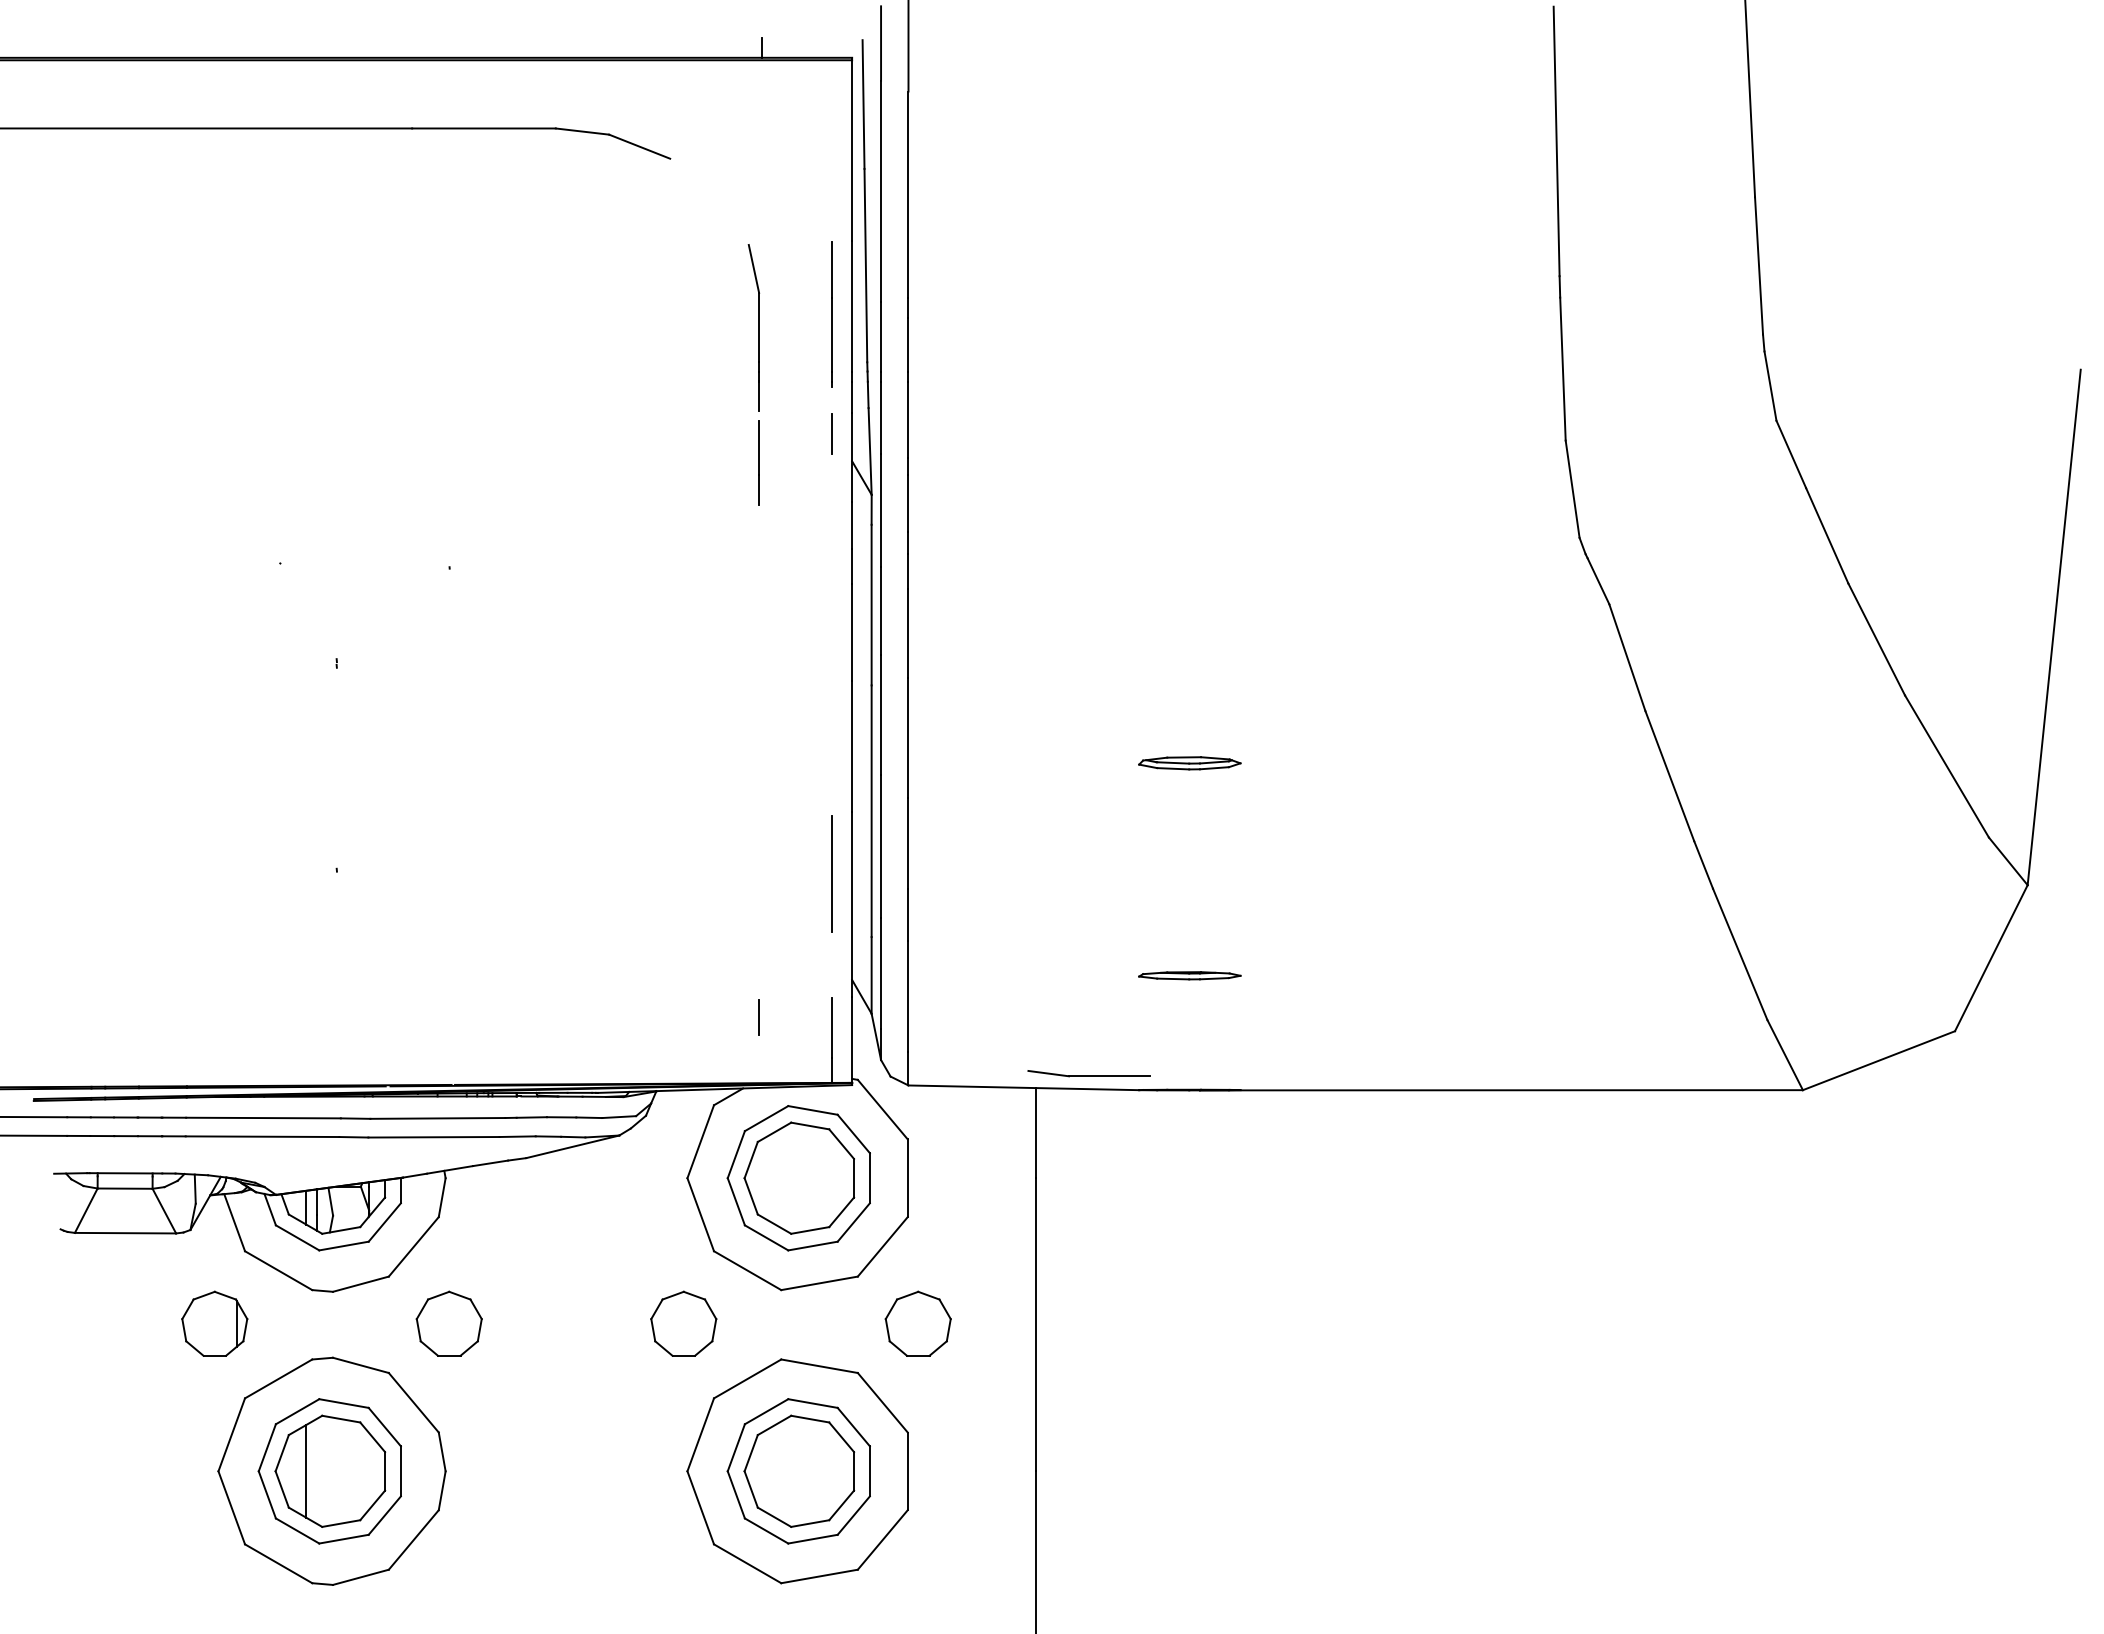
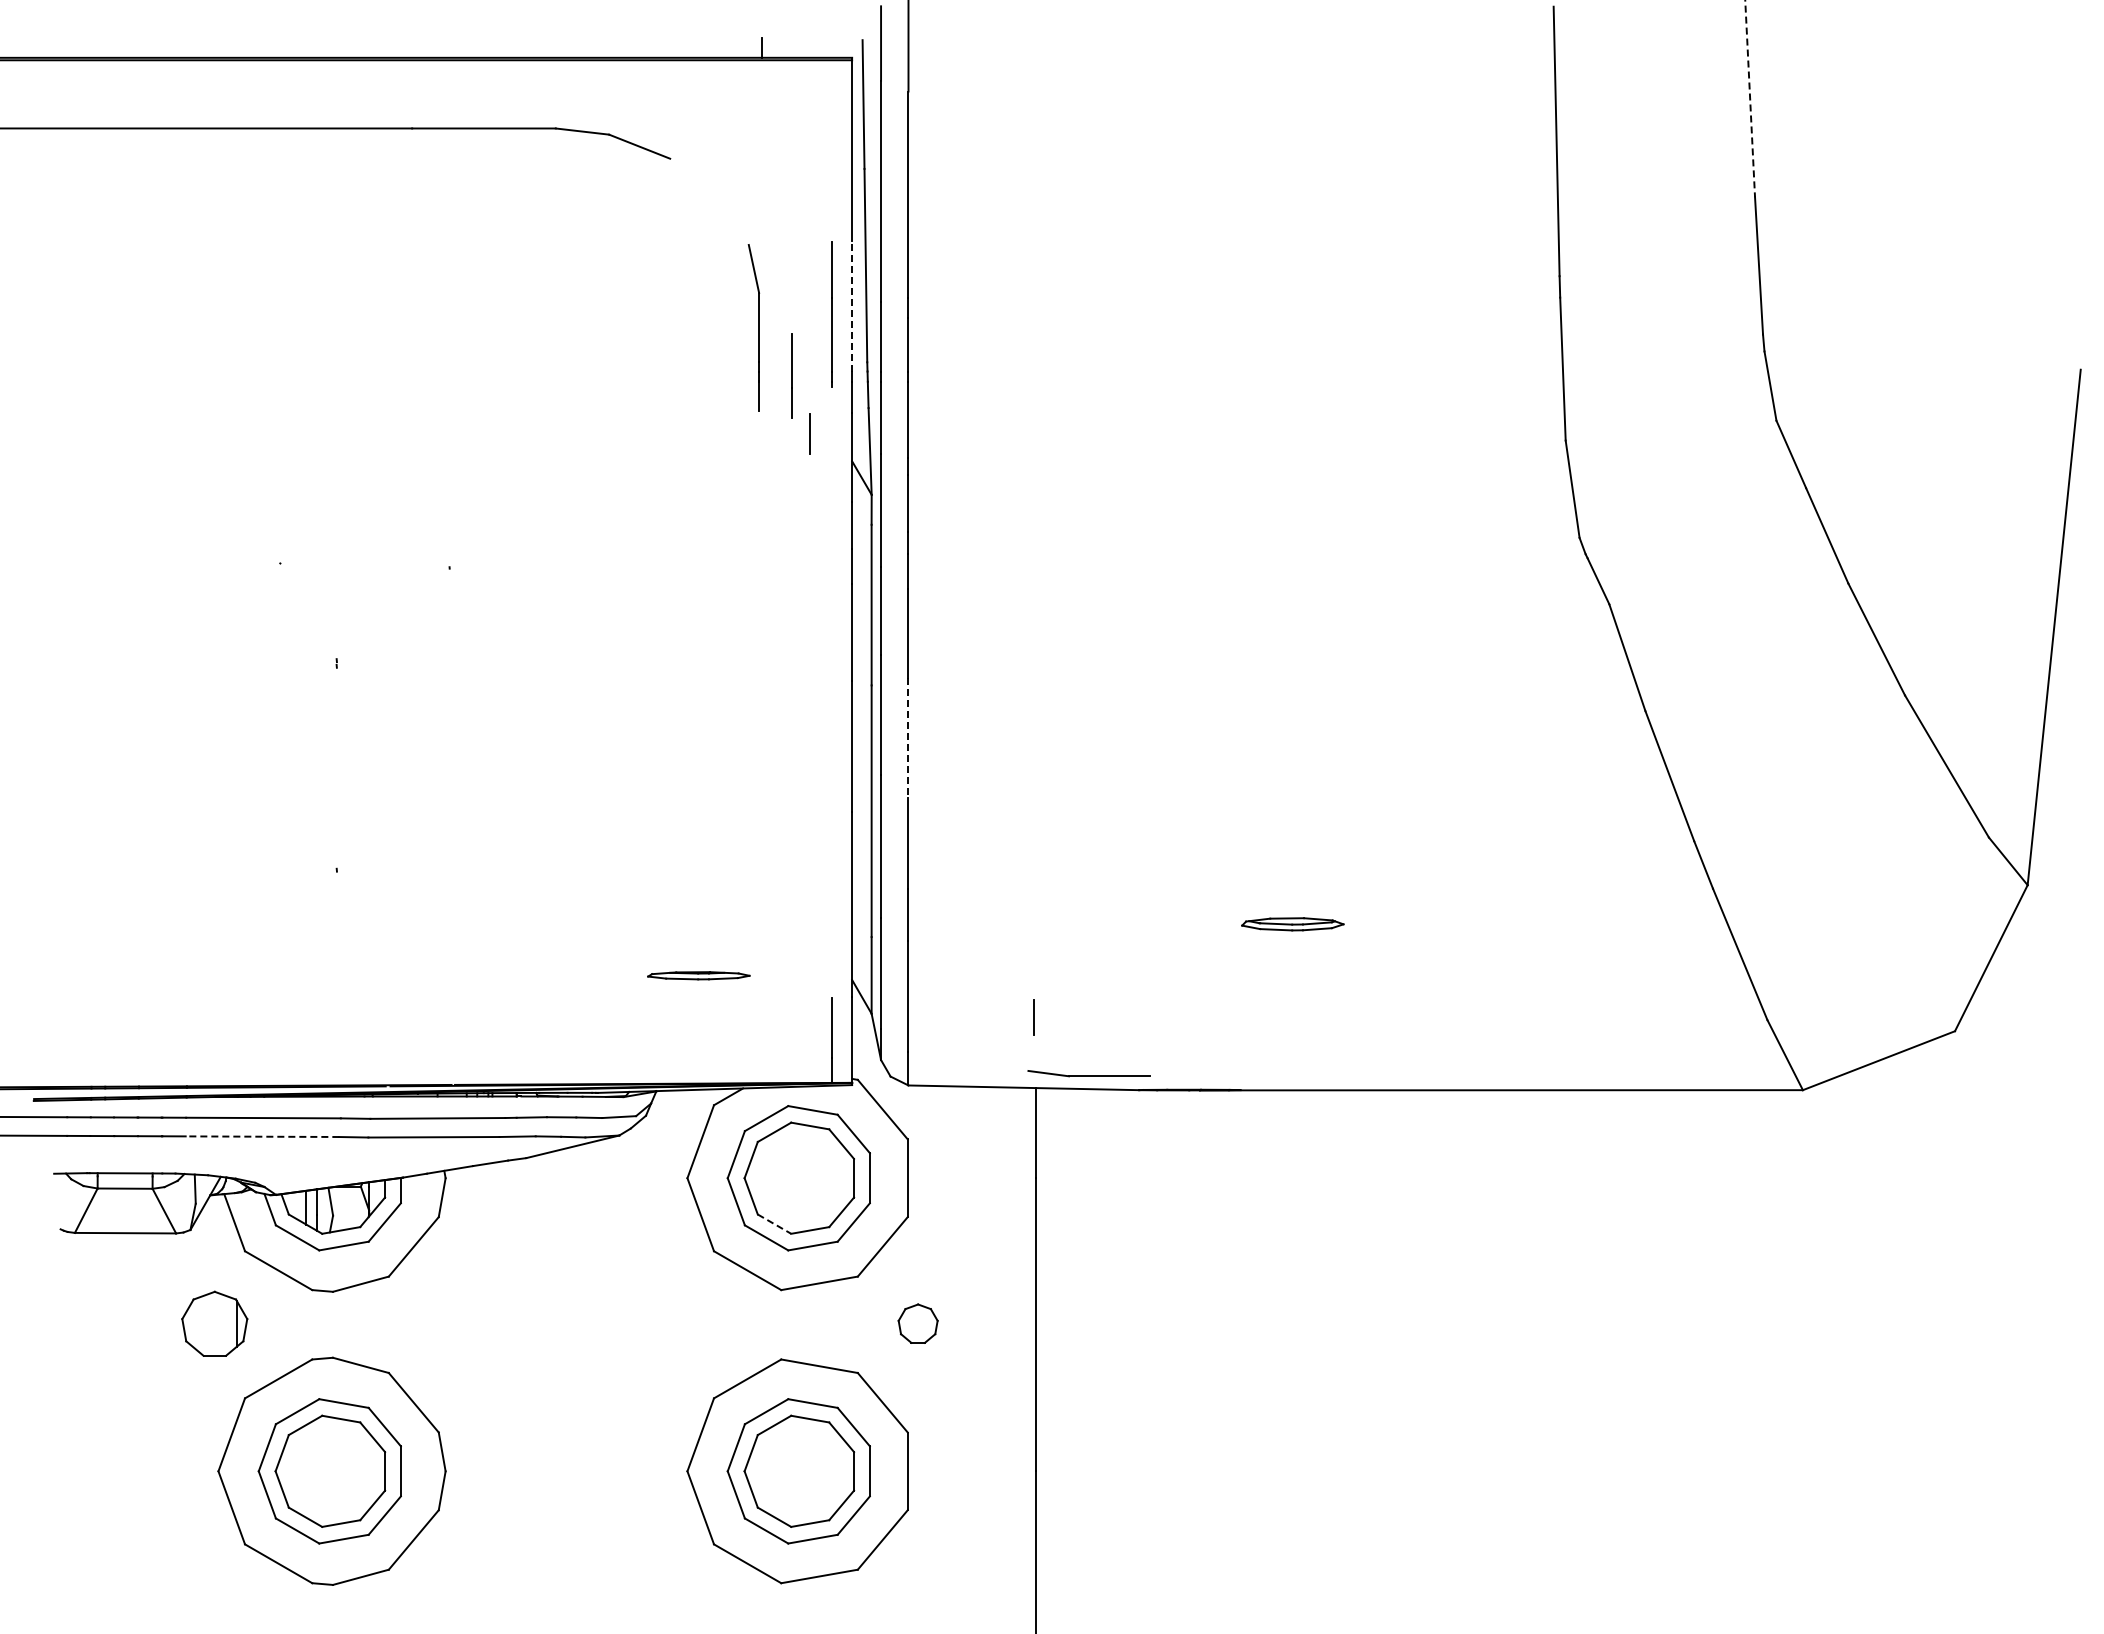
line at (1750, 99): solid -> dashed
line at (852, 306): solid -> dashed
line at (831, 433) position: (831, 433) -> (809, 433)
line at (758, 462) position: (758, 462) -> (791, 375)
line at (908, 738): solid -> dashed
part at (1189, 763) position: (1189, 763) -> (1292, 924)
line at (831, 873): present -> none
part at (1189, 975) position: (1189, 975) -> (698, 975)
line at (758, 1017) position: (758, 1017) -> (1033, 1017)
line at (262, 1136): solid -> dashed
line at (774, 1224): solid -> dashed
part at (448, 1323): present -> none
part at (683, 1323): present -> none
part at (917, 1323) size: 68x67 px -> 42x41 px
line at (306, 1471): present -> none
